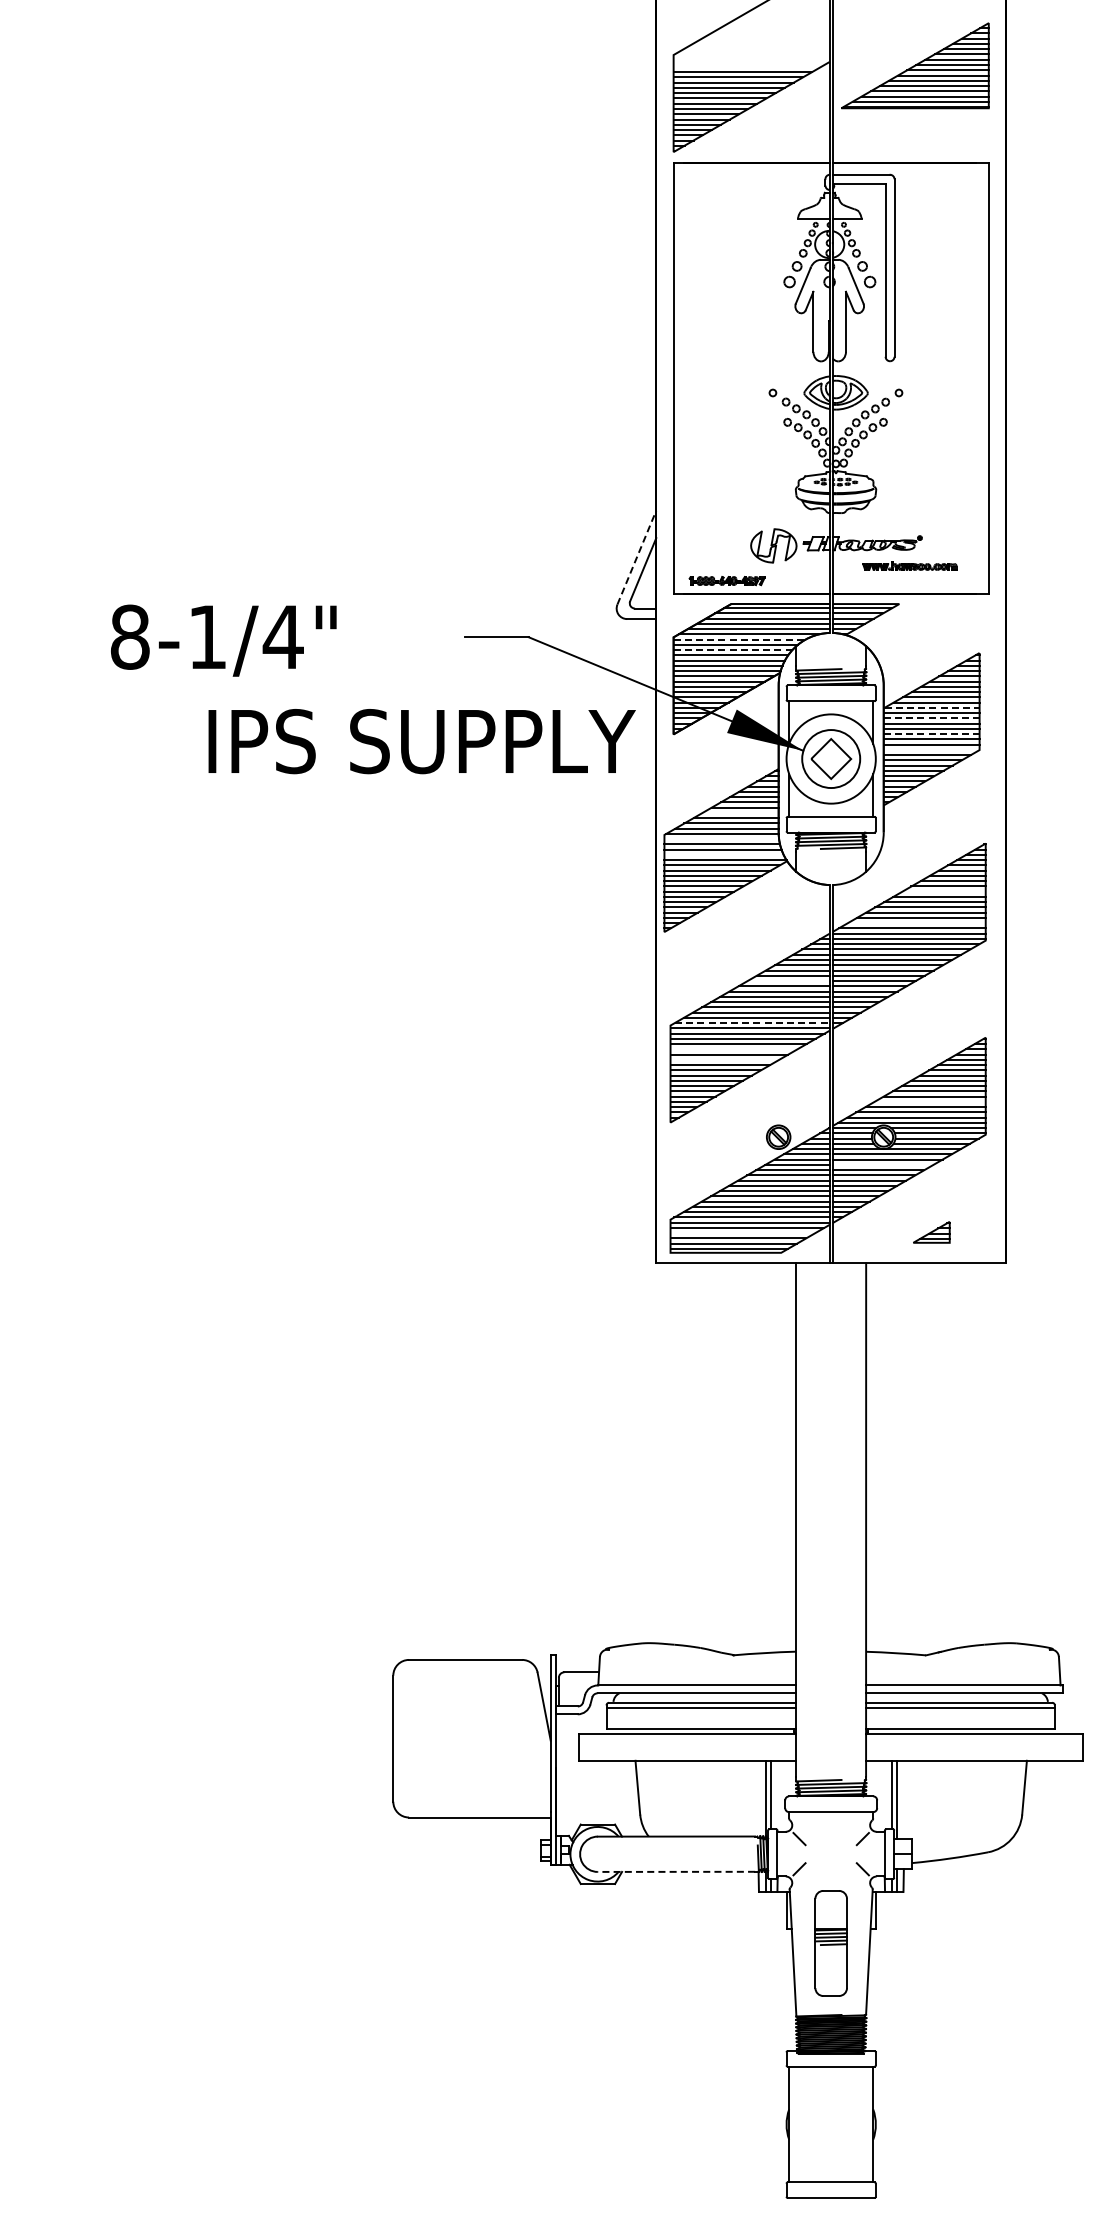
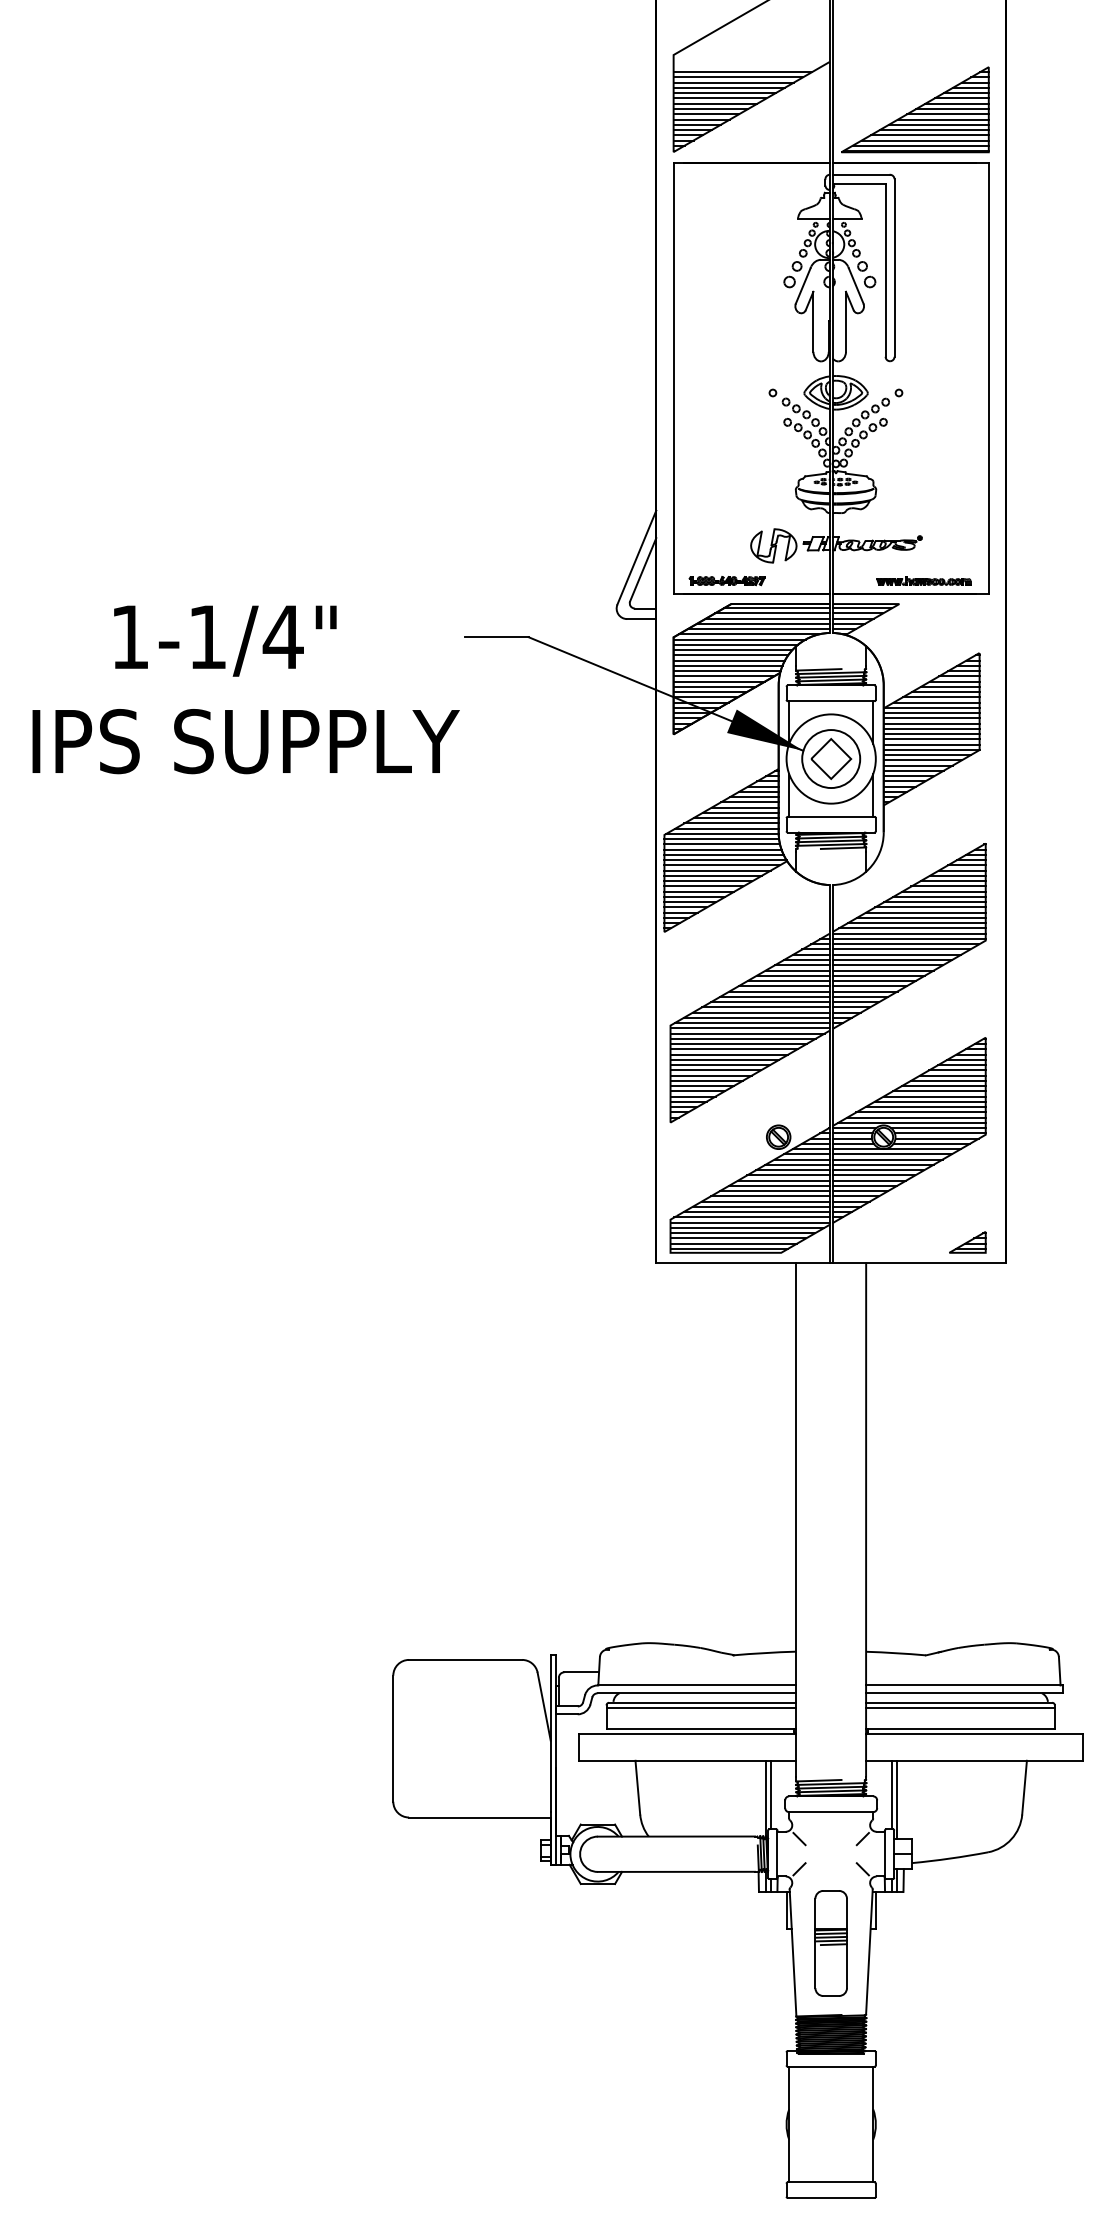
part at (915, 65) position: (915, 65) -> (915, 109)
line at (636, 557): dashed -> solid
part at (909, 565) position: (909, 565) -> (923, 580)
text at (129, 636): 8-1/4" -> 1-1/4"
line at (740, 639): dashed -> solid
line at (733, 650): dashed -> solid
line at (932, 707): dashed -> solid
line at (931, 718): dashed -> solid
line at (931, 734): dashed -> solid
text at (421, 741) position: (421, 741) -> (245, 741)
line at (931, 749): none -> present
line at (740, 812): none -> present
line at (721, 839): none -> present
line at (723, 854): none -> present
line at (943, 891): none -> present
line at (916, 923): none -> present
line at (788, 981): none -> present
line at (752, 1023): dashed -> solid
line at (733, 1049): none -> present
line at (724, 1059): none -> present
line at (929, 1101): none -> present
line at (882, 1164): none -> present
part at (931, 1232) position: (931, 1232) -> (967, 1242)
line at (742, 1233): none -> present
line at (676, 1871): dashed -> solid
